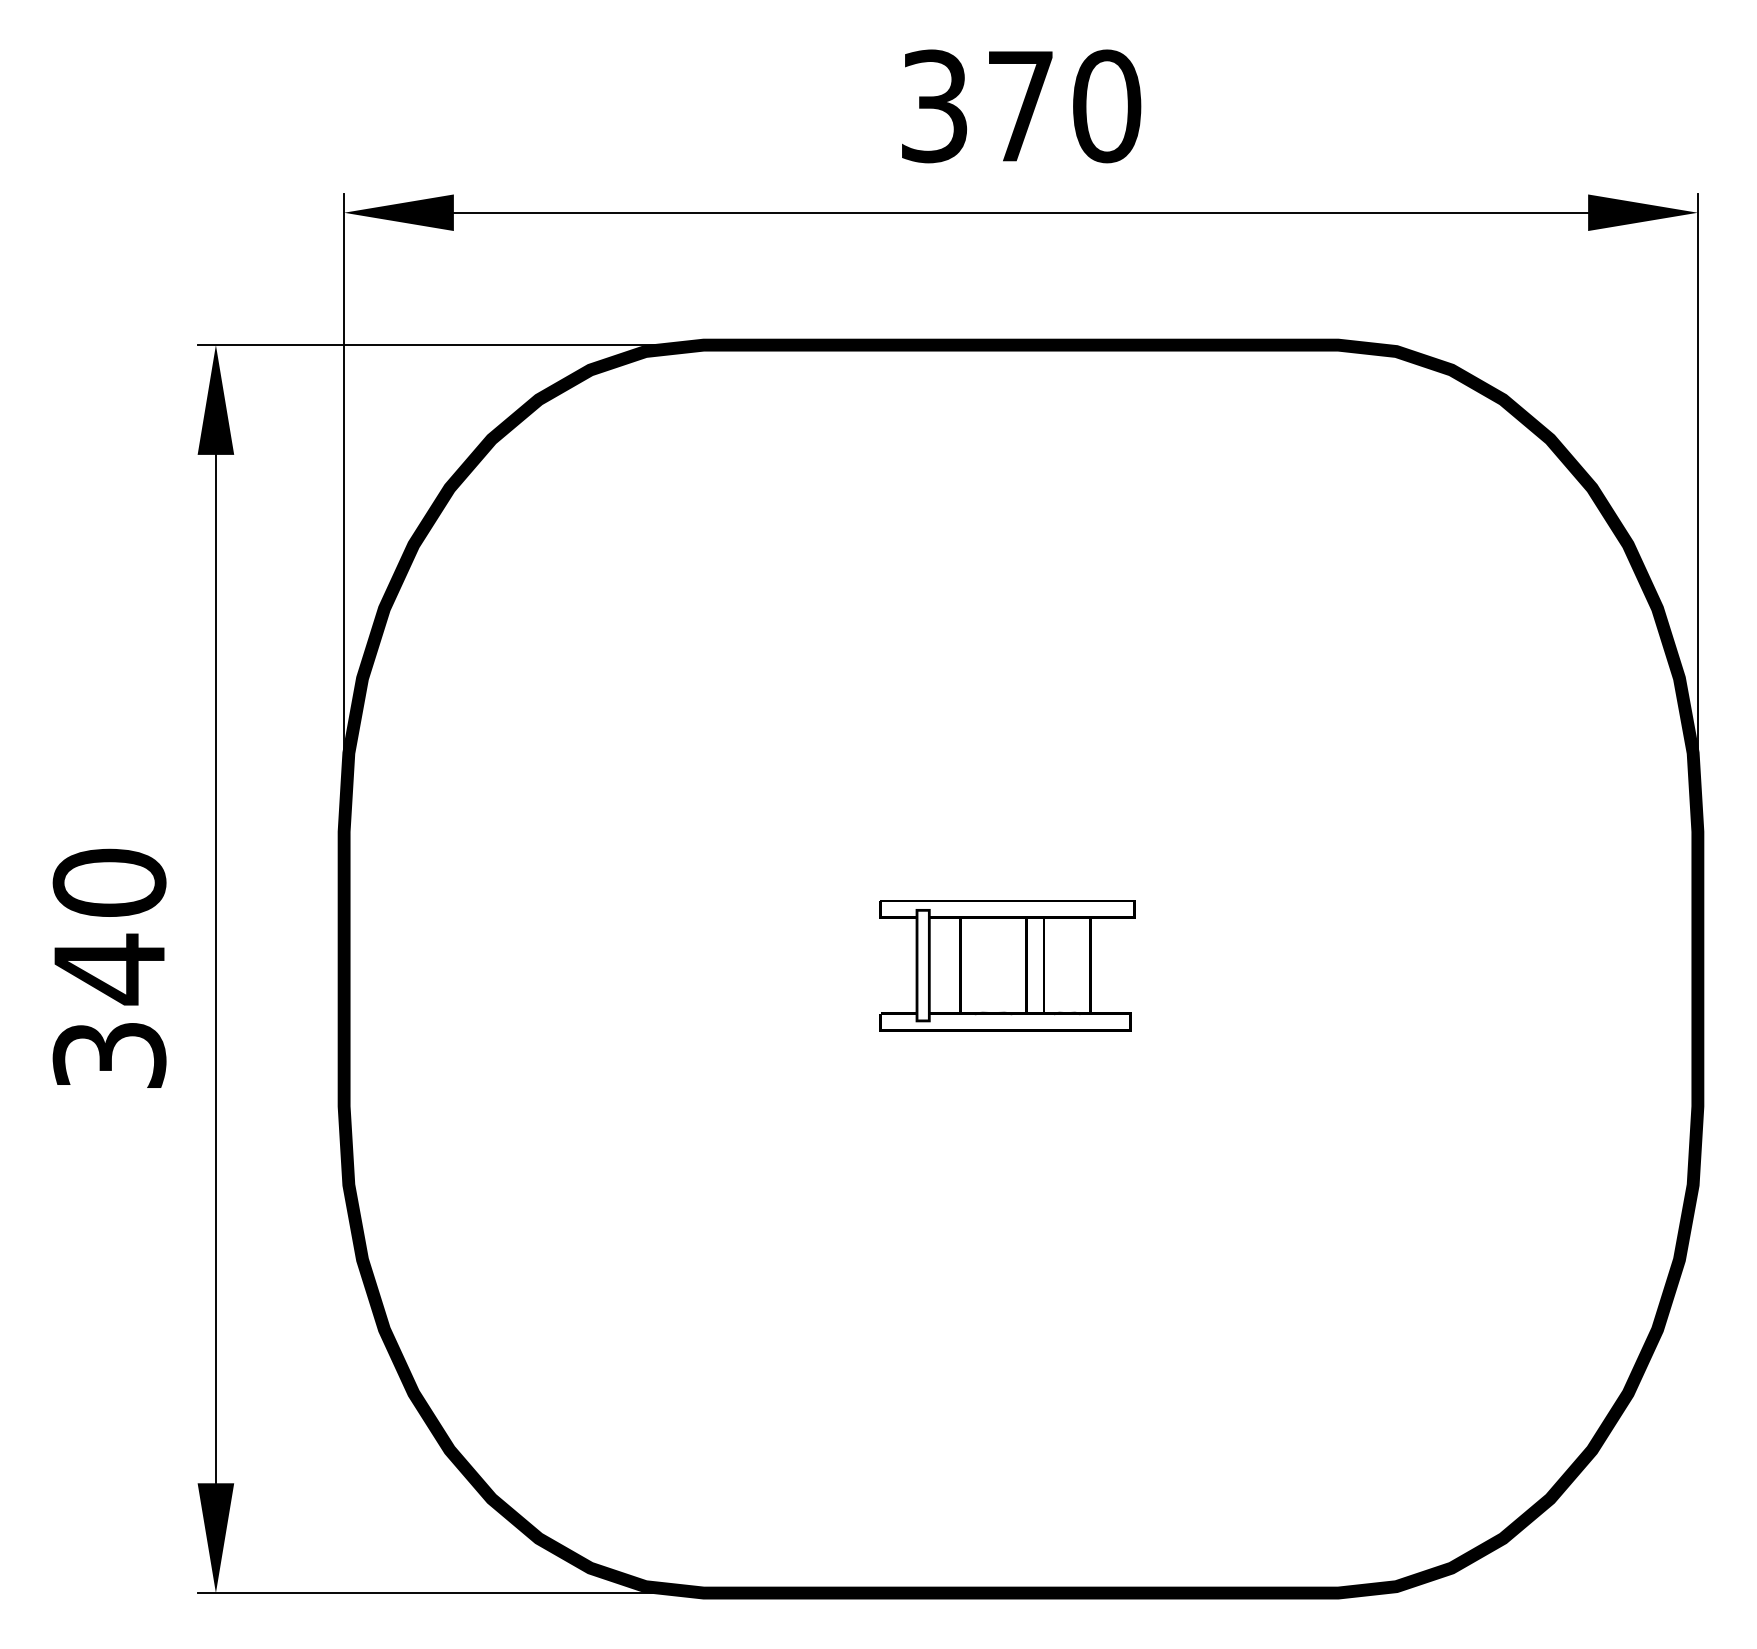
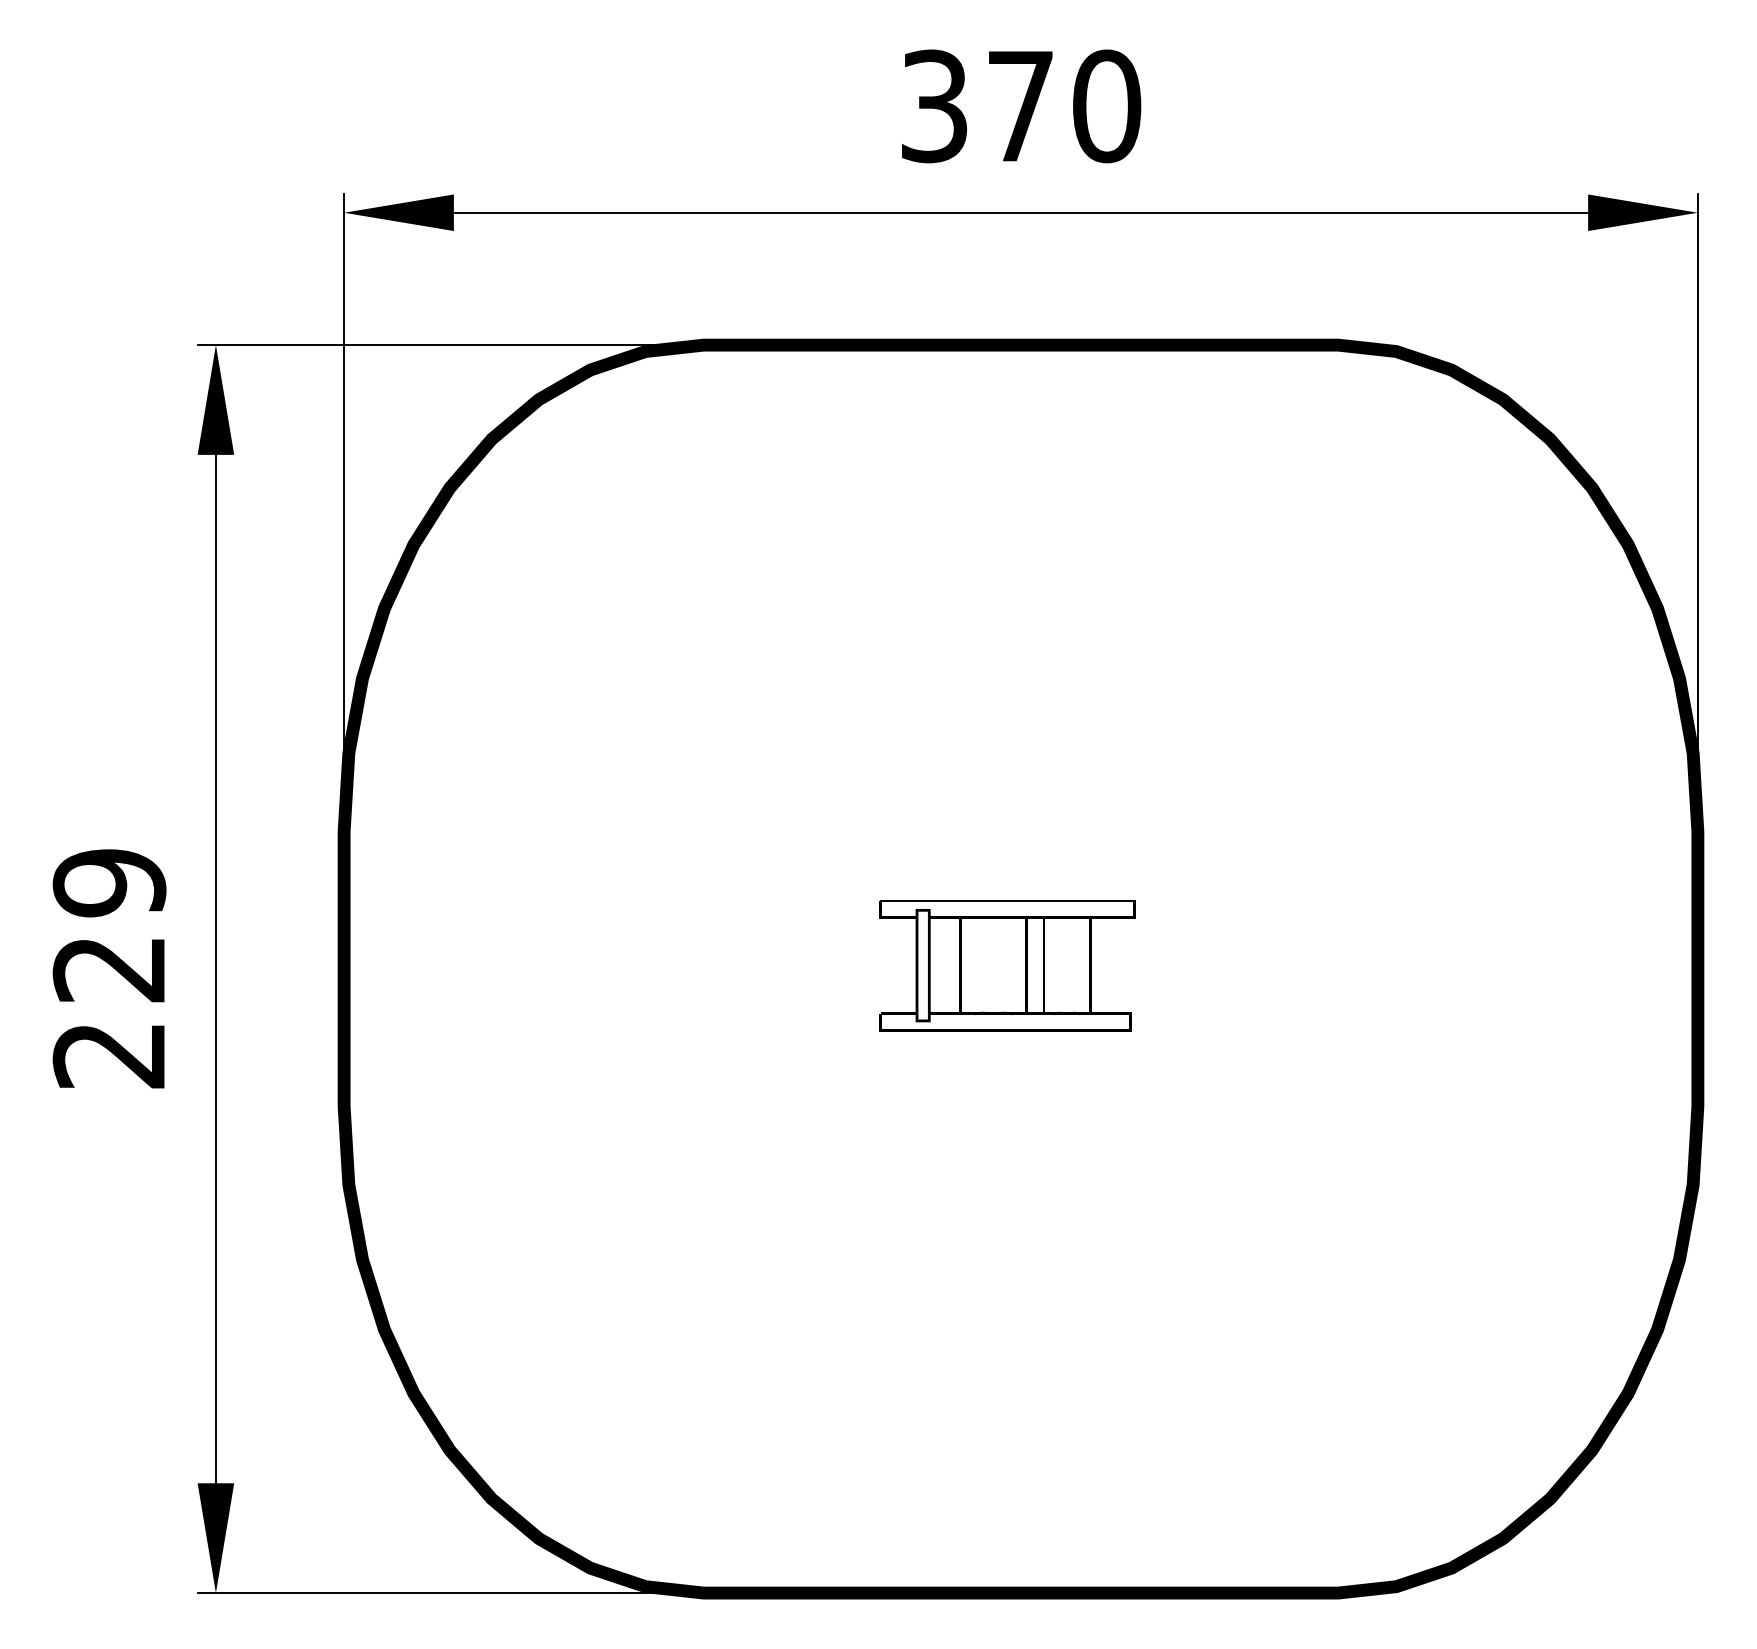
text at (109, 968): 340 -> 229
